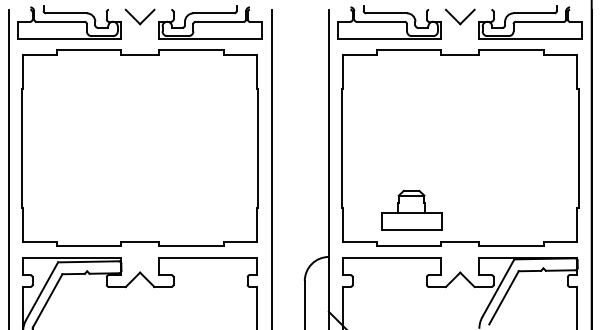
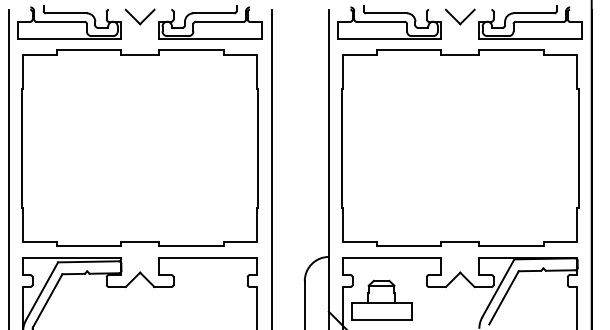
part at (411, 209) position: (411, 209) -> (381, 299)
